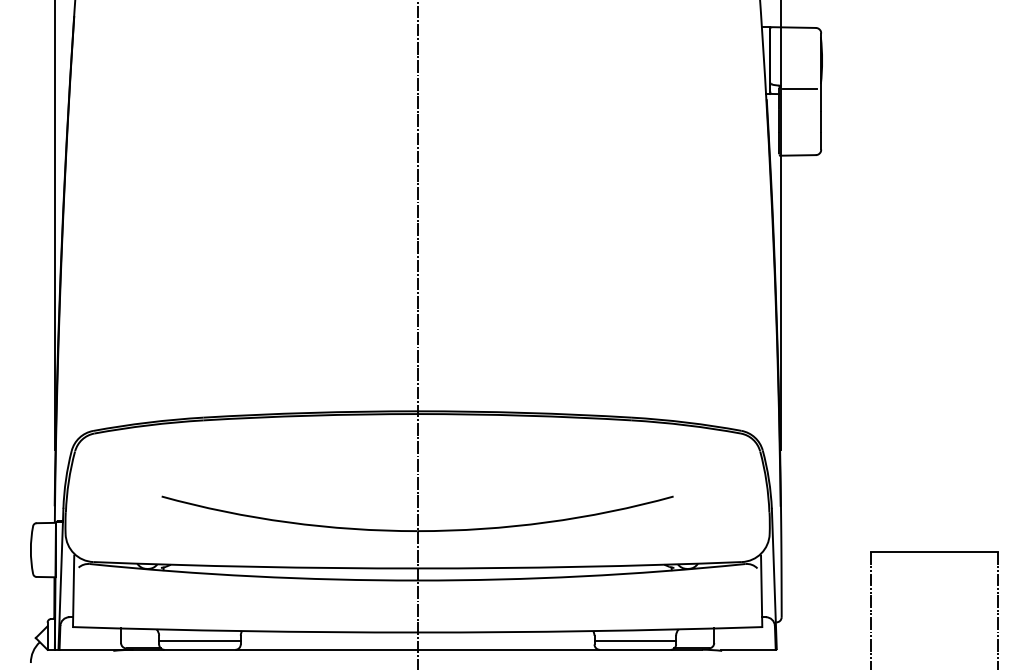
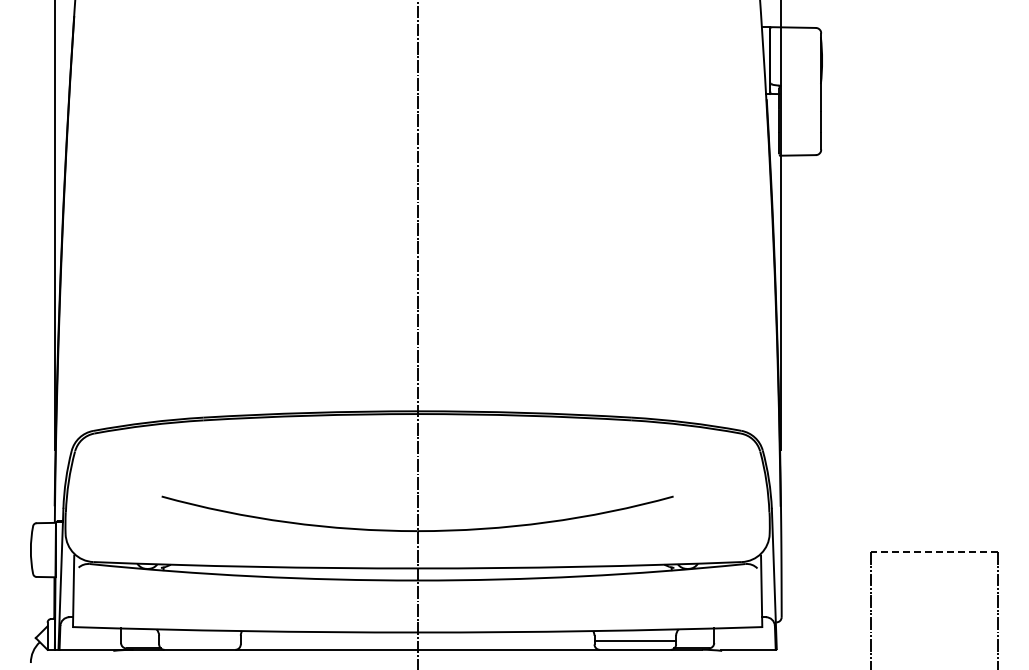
line at (800, 88): present -> none
line at (934, 551): solid -> dashed
line at (199, 640): present -> none
